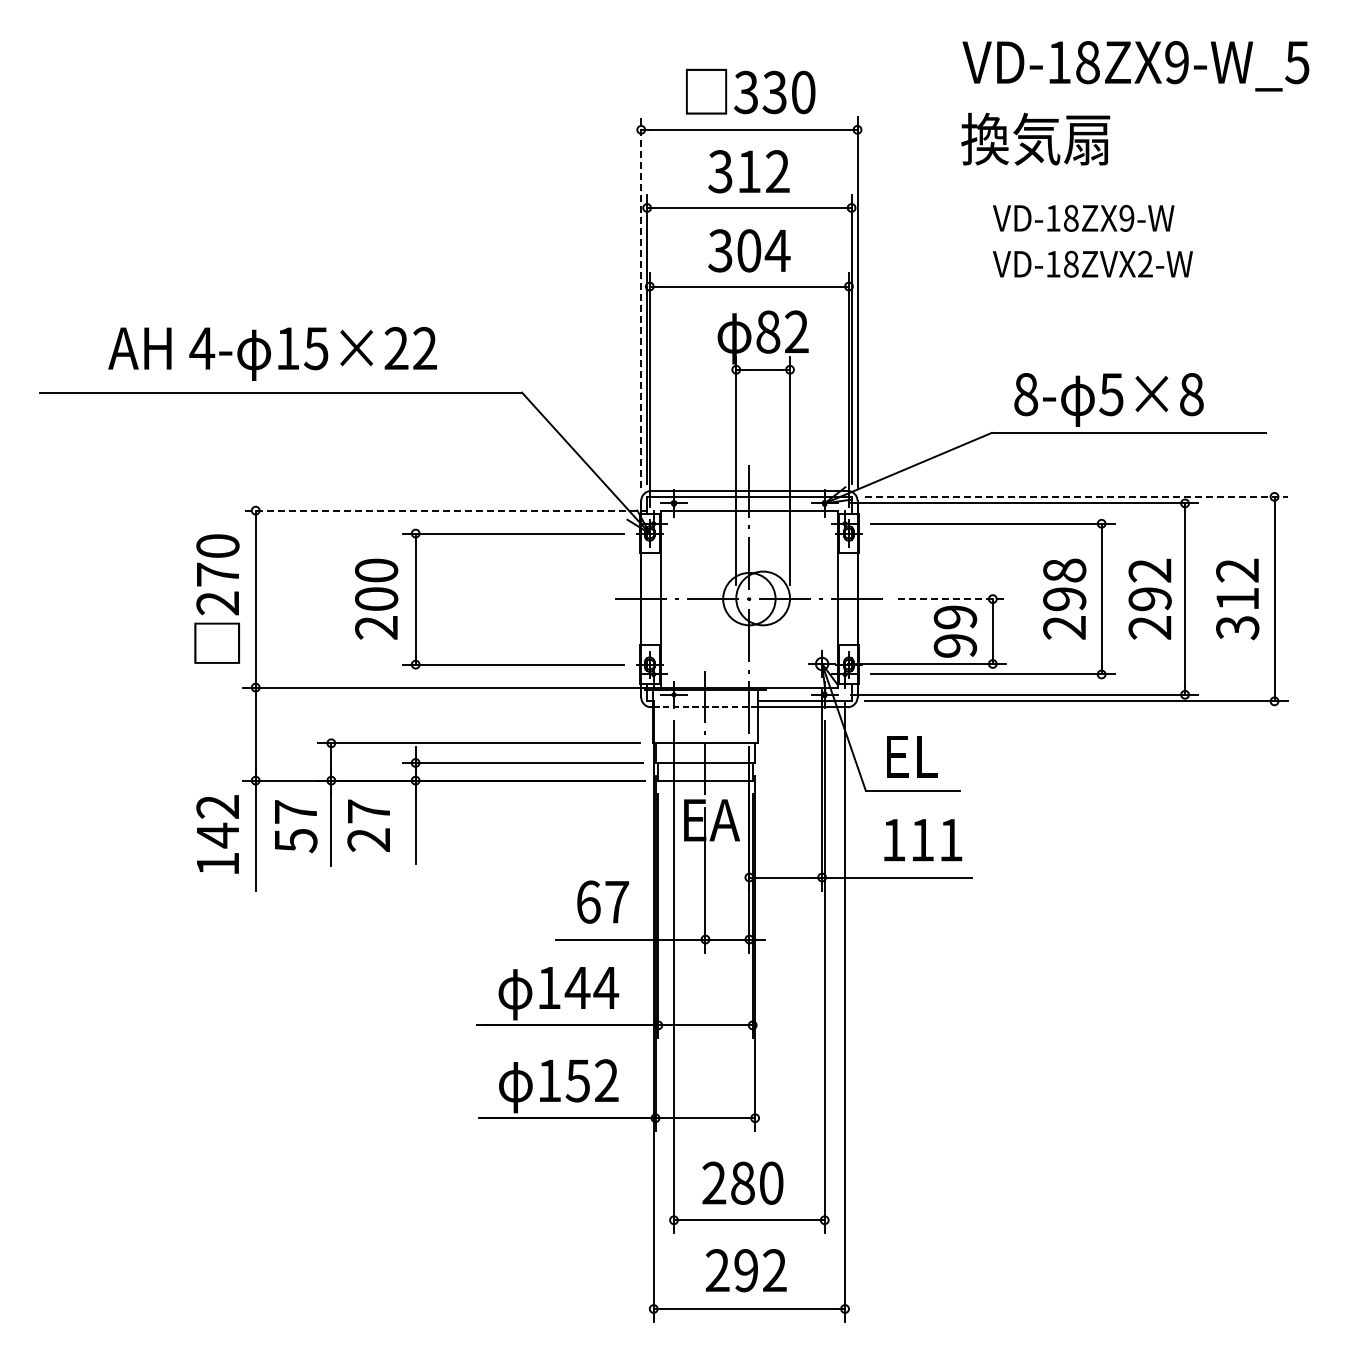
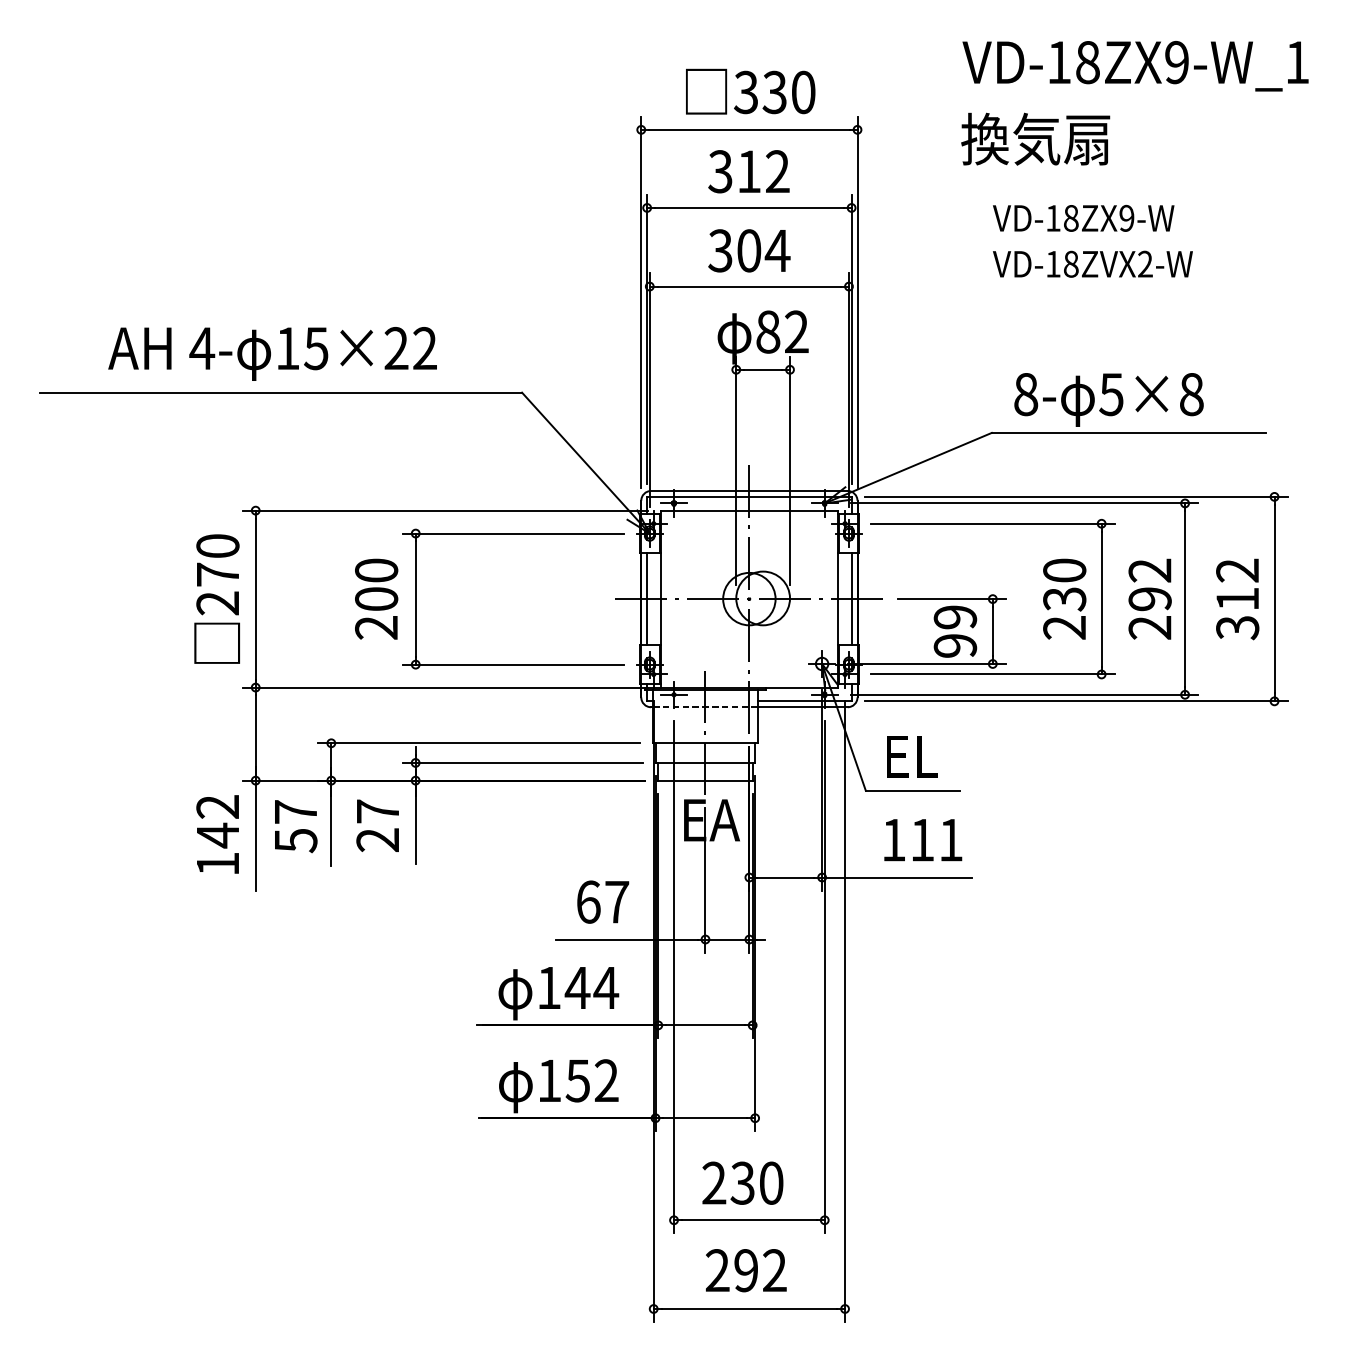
text at (1297, 62): VD-18ZX9-W_5 -> VD-18ZX9-W_1
line at (641, 301): dashed -> solid
line at (1076, 496): dashed -> solid
line at (445, 510): dashed -> solid
text at (1064, 584): 298 -> 230
line at (647, 598): none -> present
line at (851, 598): none -> present
line at (952, 599): dashed -> solid
text at (368, 825) position: (368, 825) -> (377, 825)
text at (742, 1182): 280 -> 230
